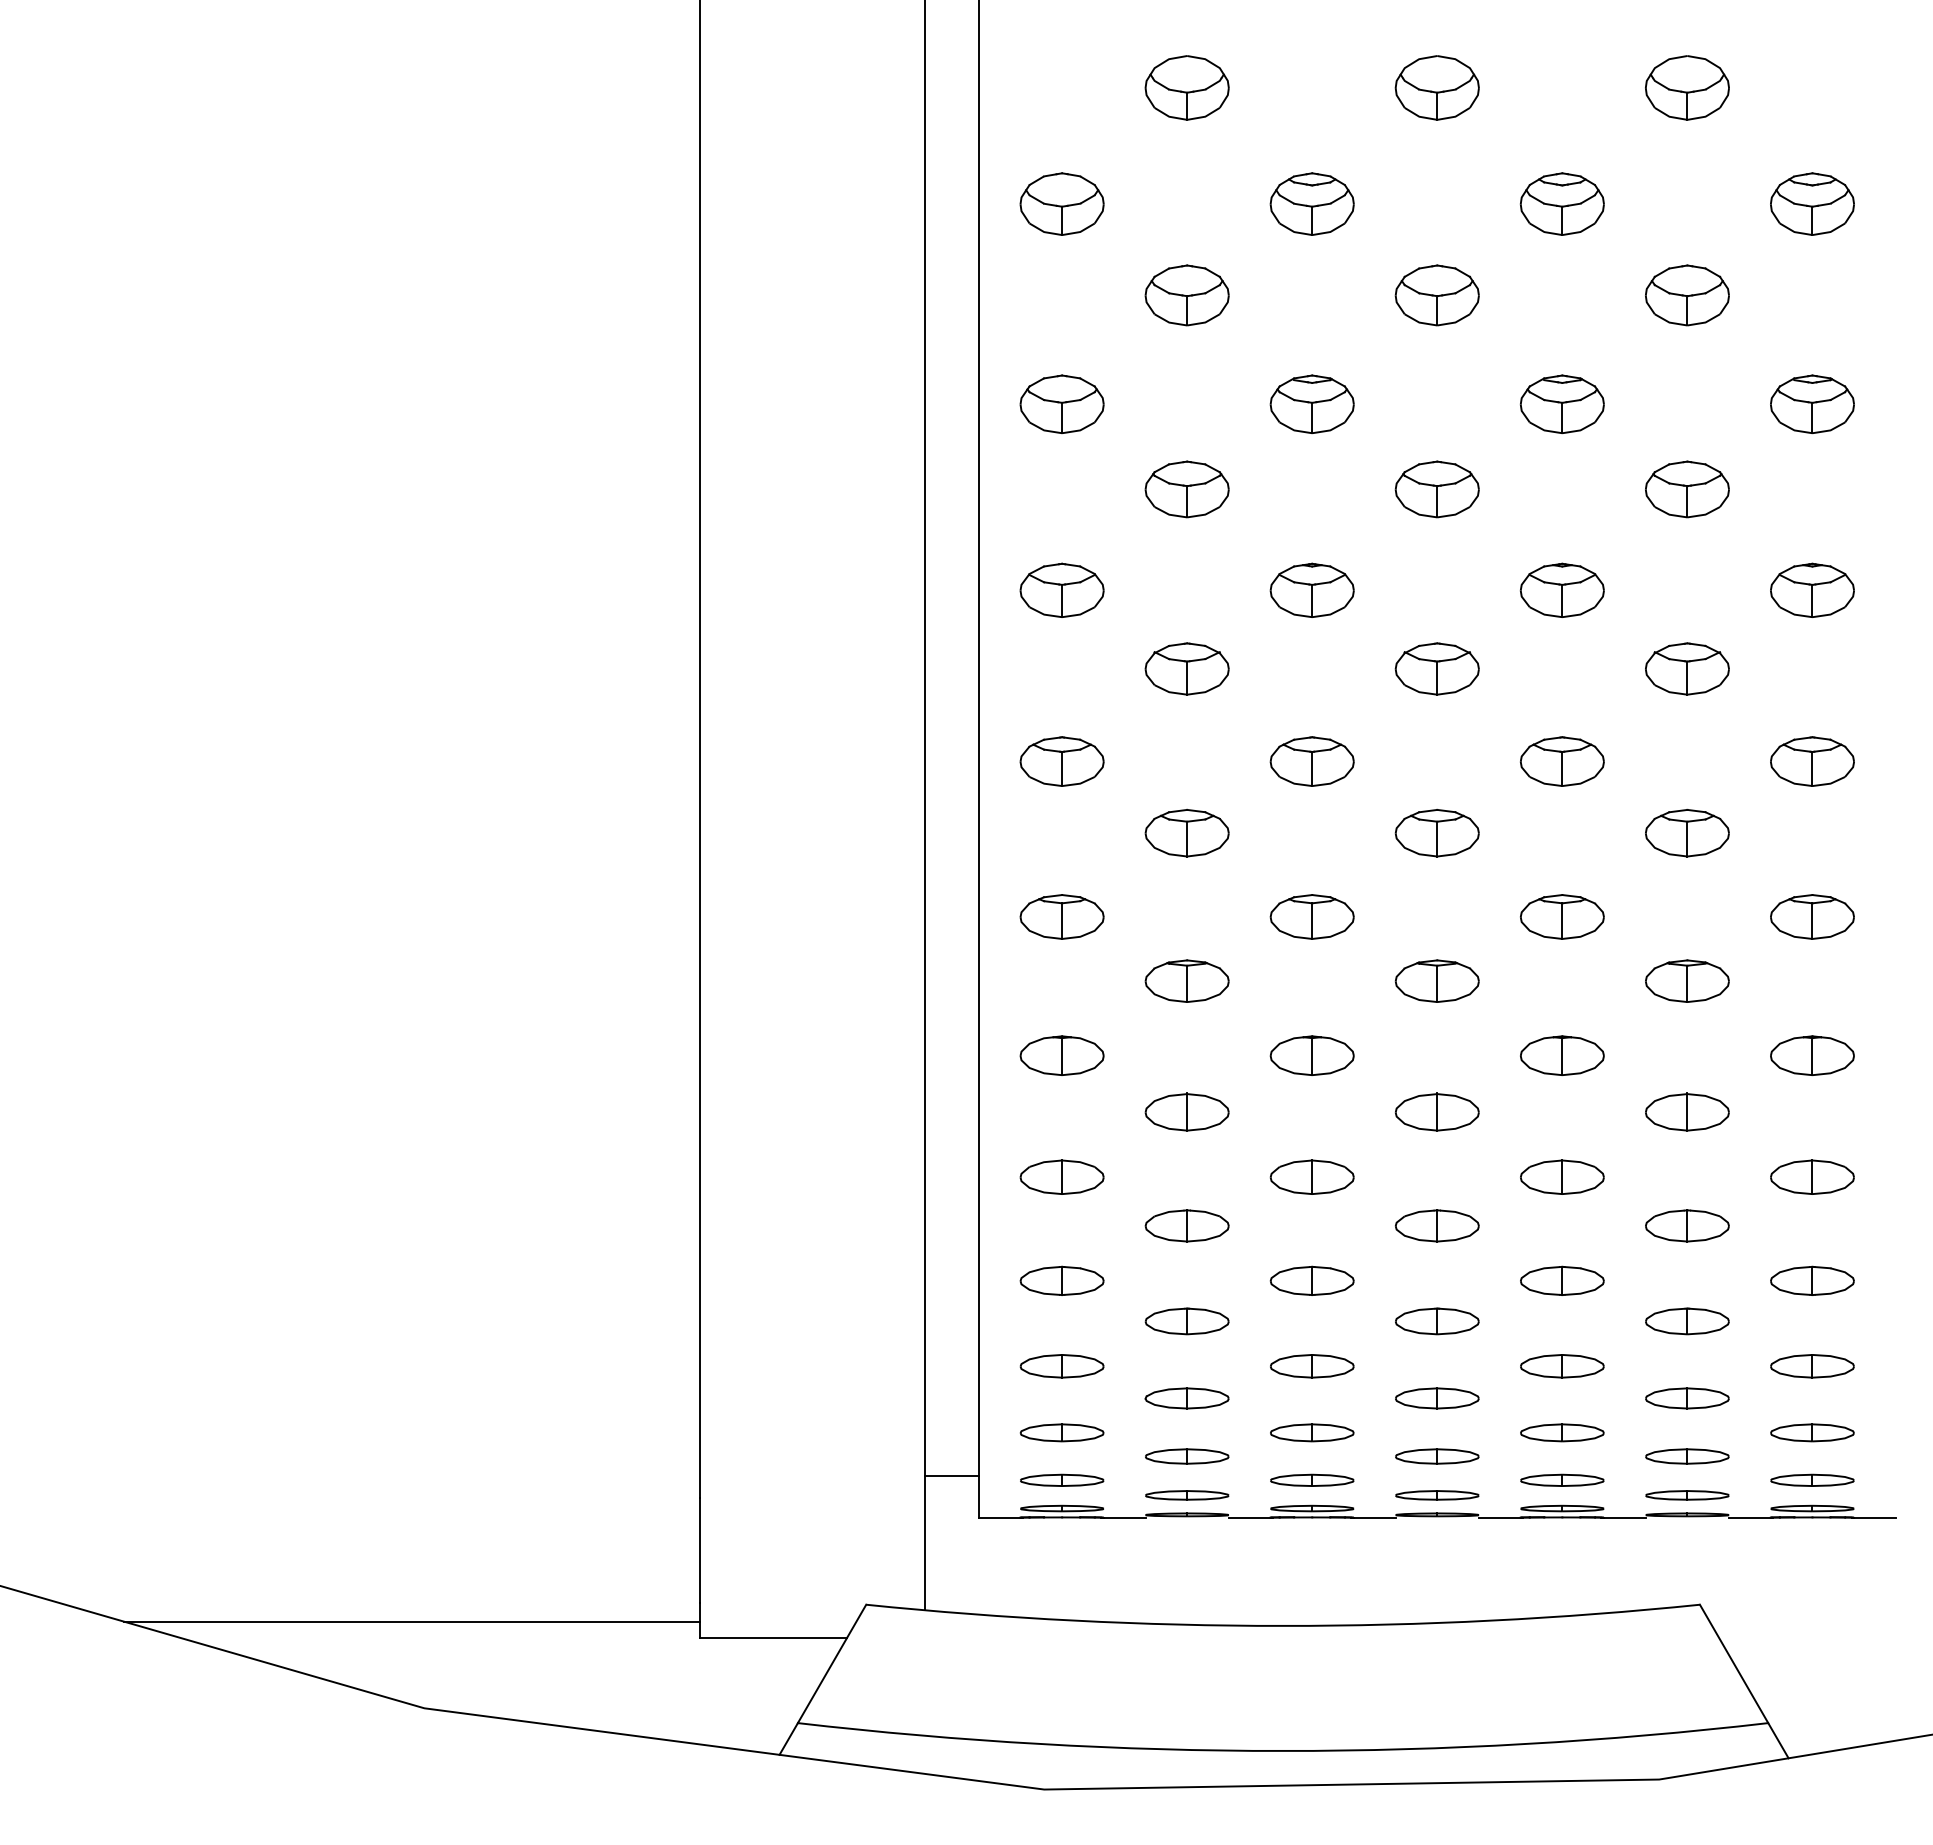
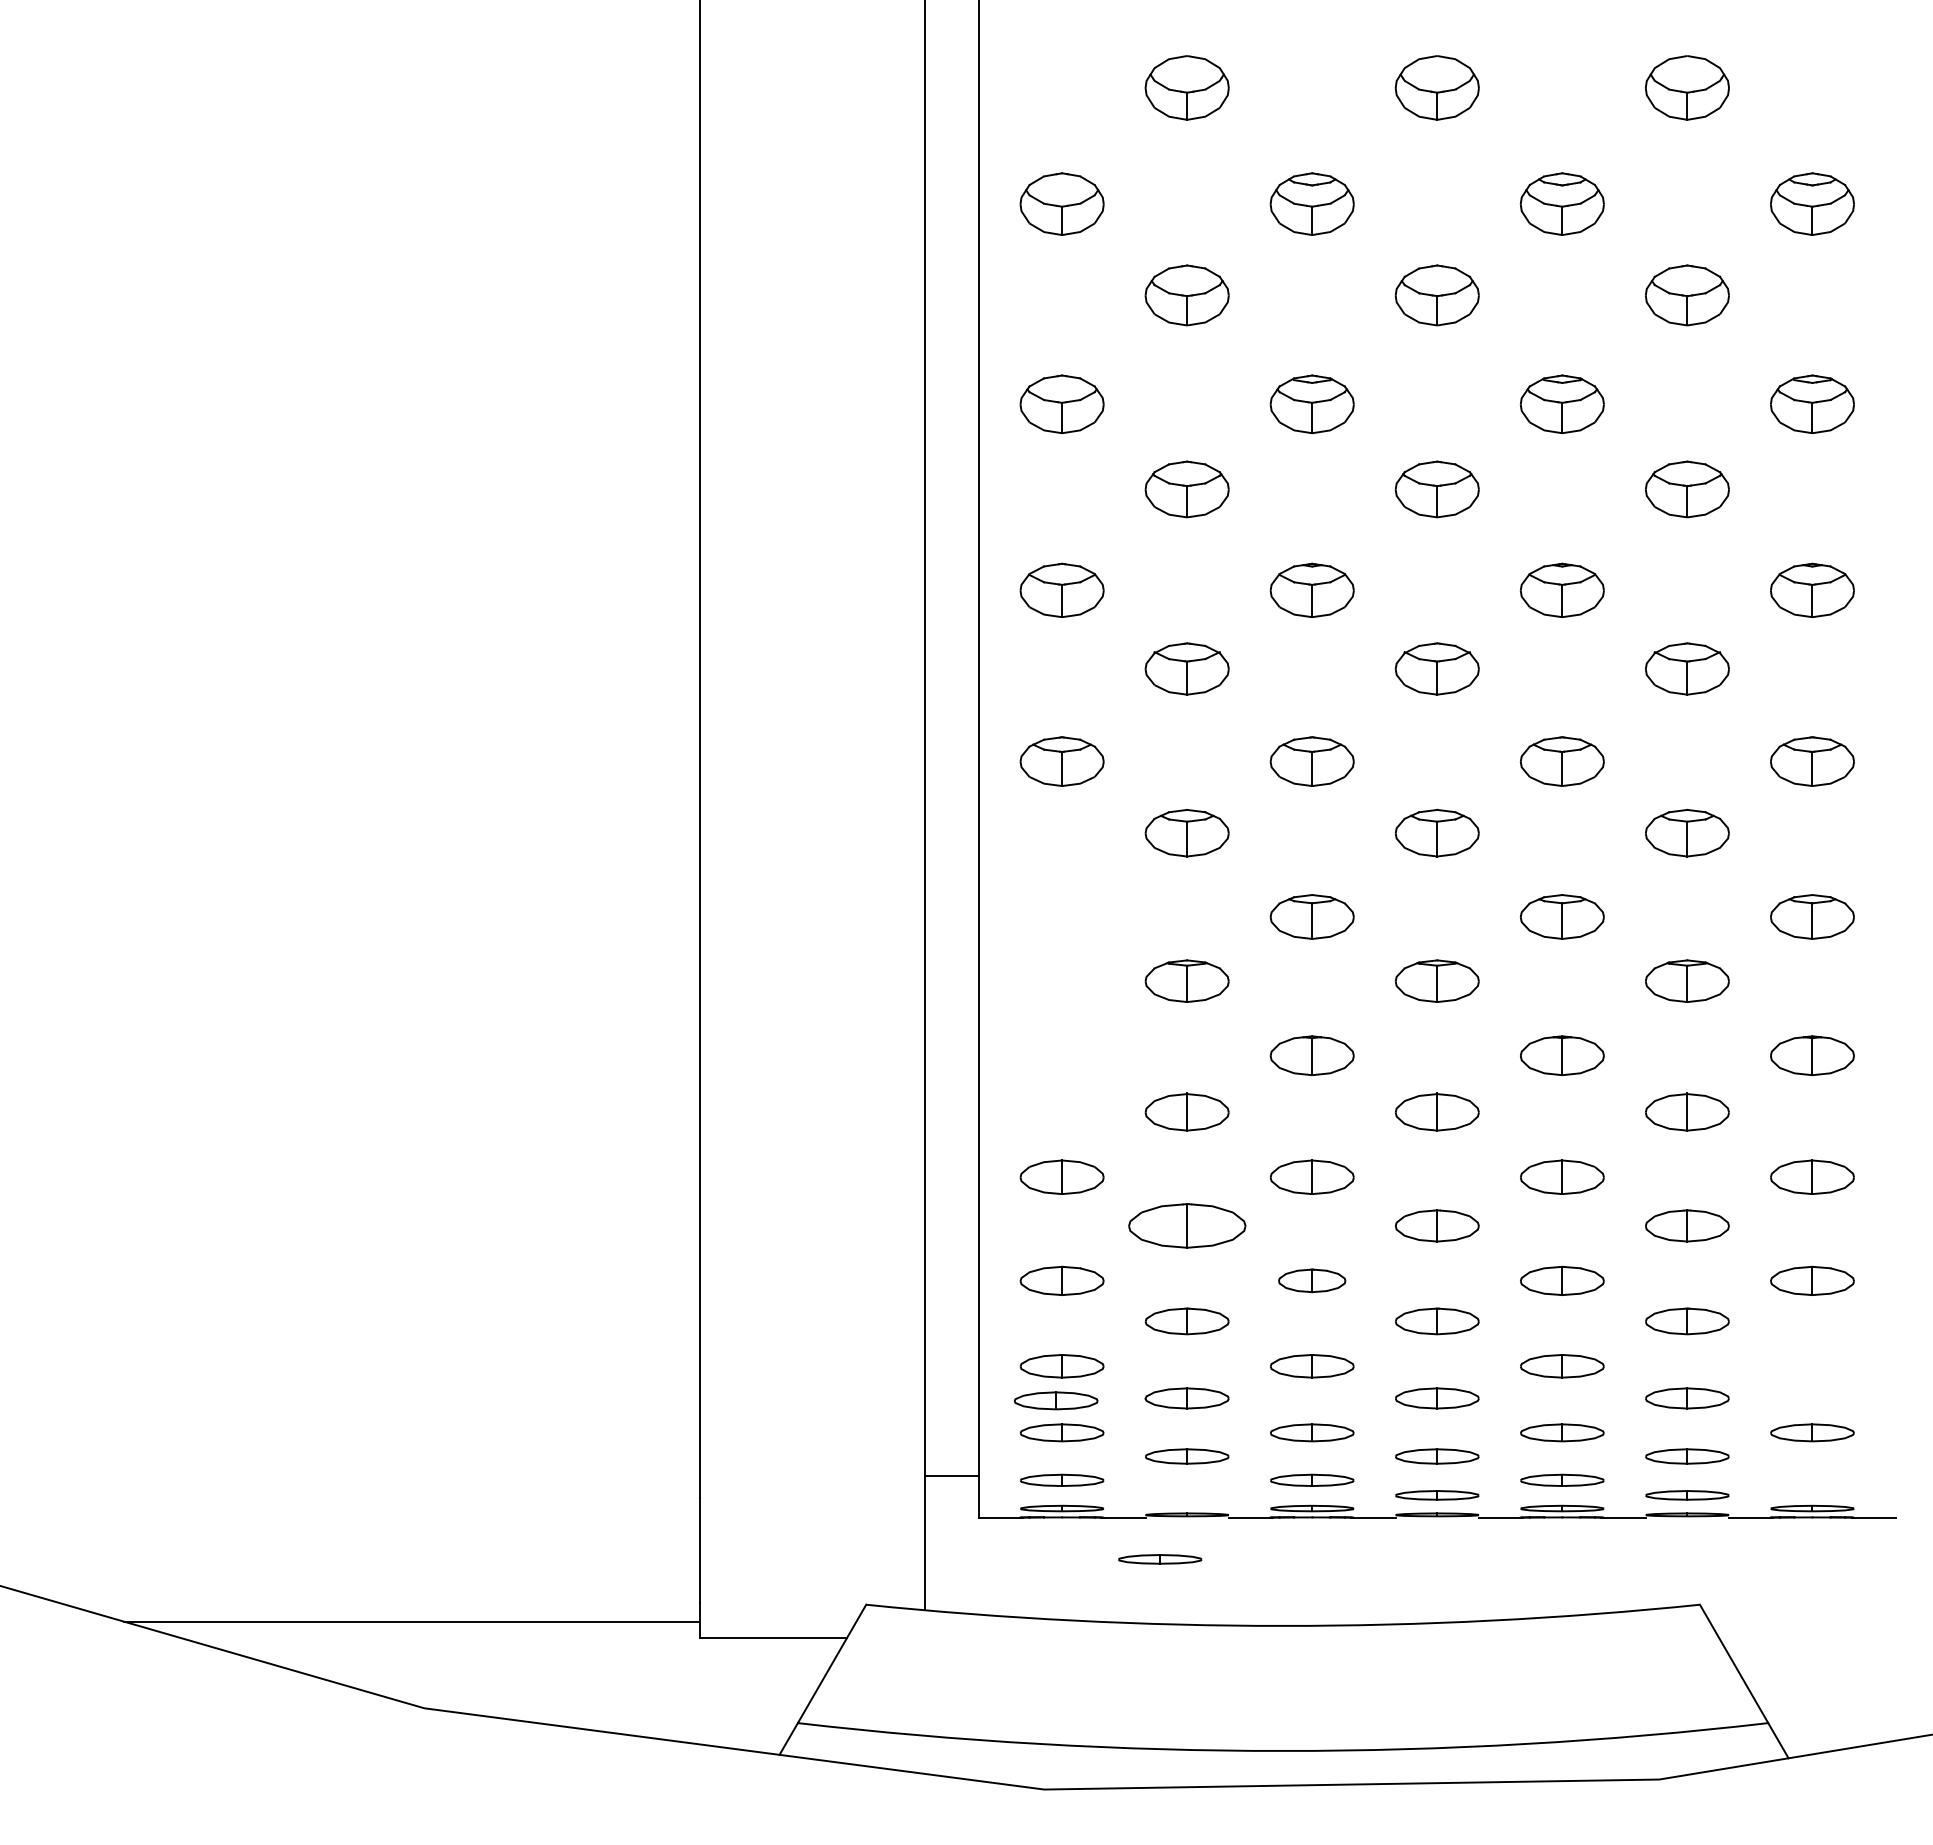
part at (1061, 916): present -> none
part at (1061, 1055): present -> none
part at (1186, 1225) size: 86x34 px -> 119x46 px
part at (1311, 1280) size: 86x31 px -> 69x26 px
part at (1812, 1366): present -> none
part at (1055, 1400): none -> present
part at (1812, 1479): present -> none
part at (1187, 1495) position: (1187, 1495) -> (1160, 1559)
